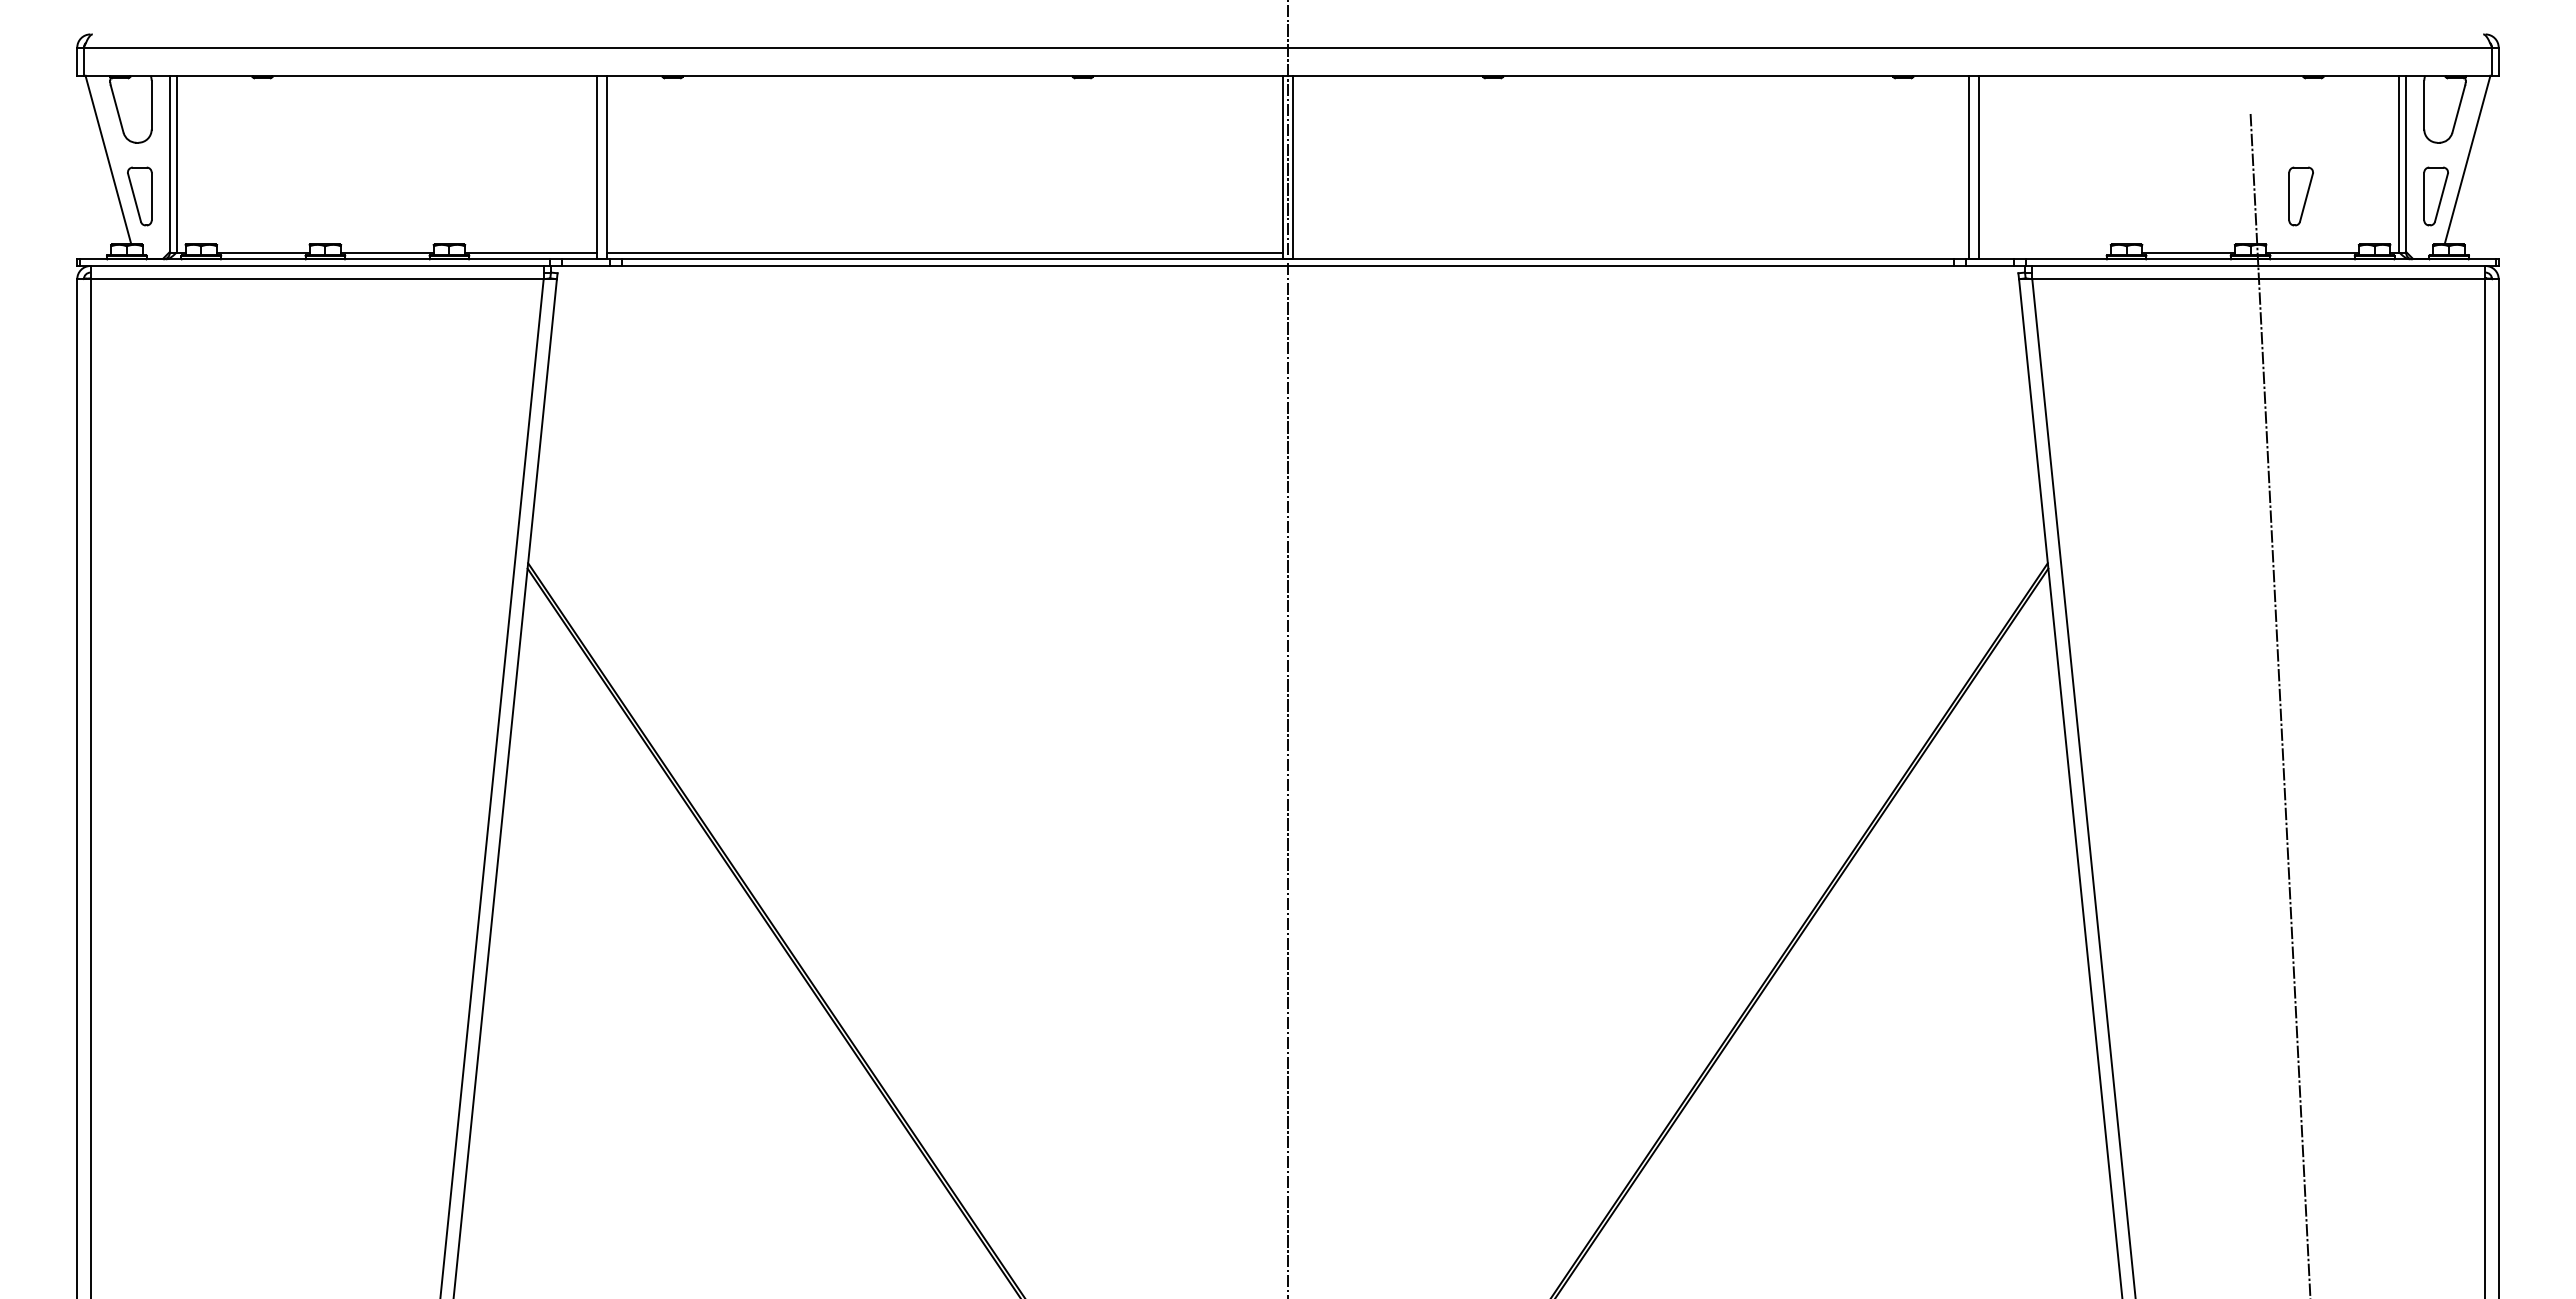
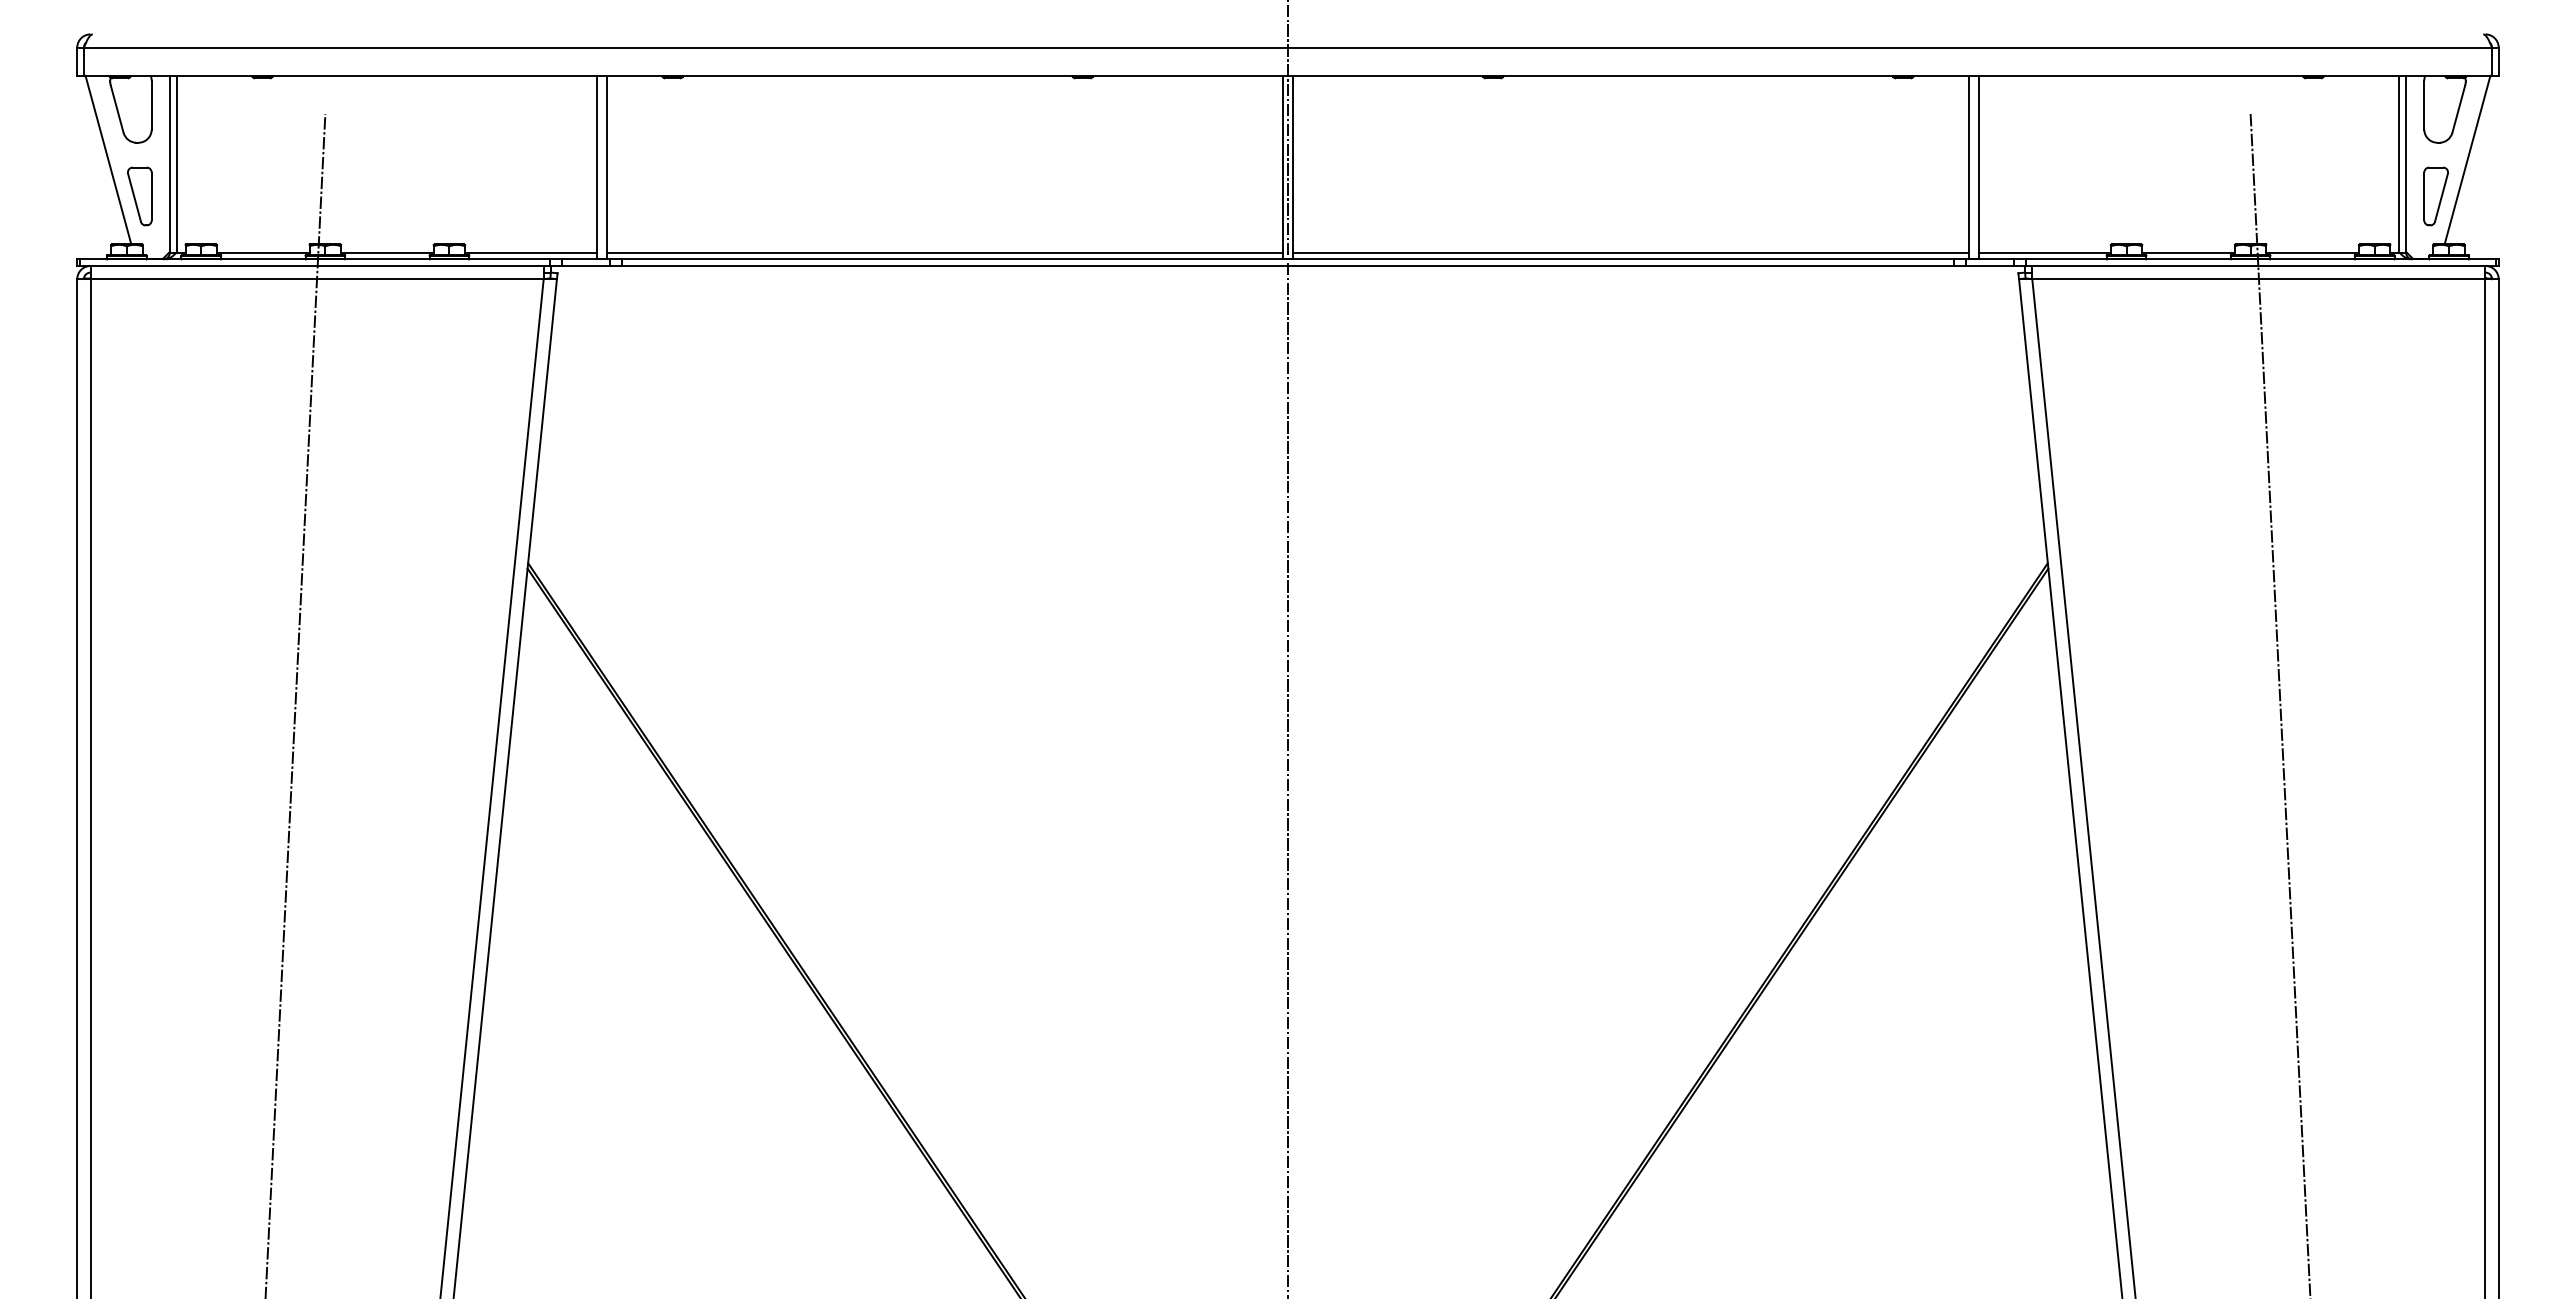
part at (2300, 196): present -> none
line at (1630, 252): none -> present
line at (2044, 252): none -> present
line at (295, 704): none -> present
